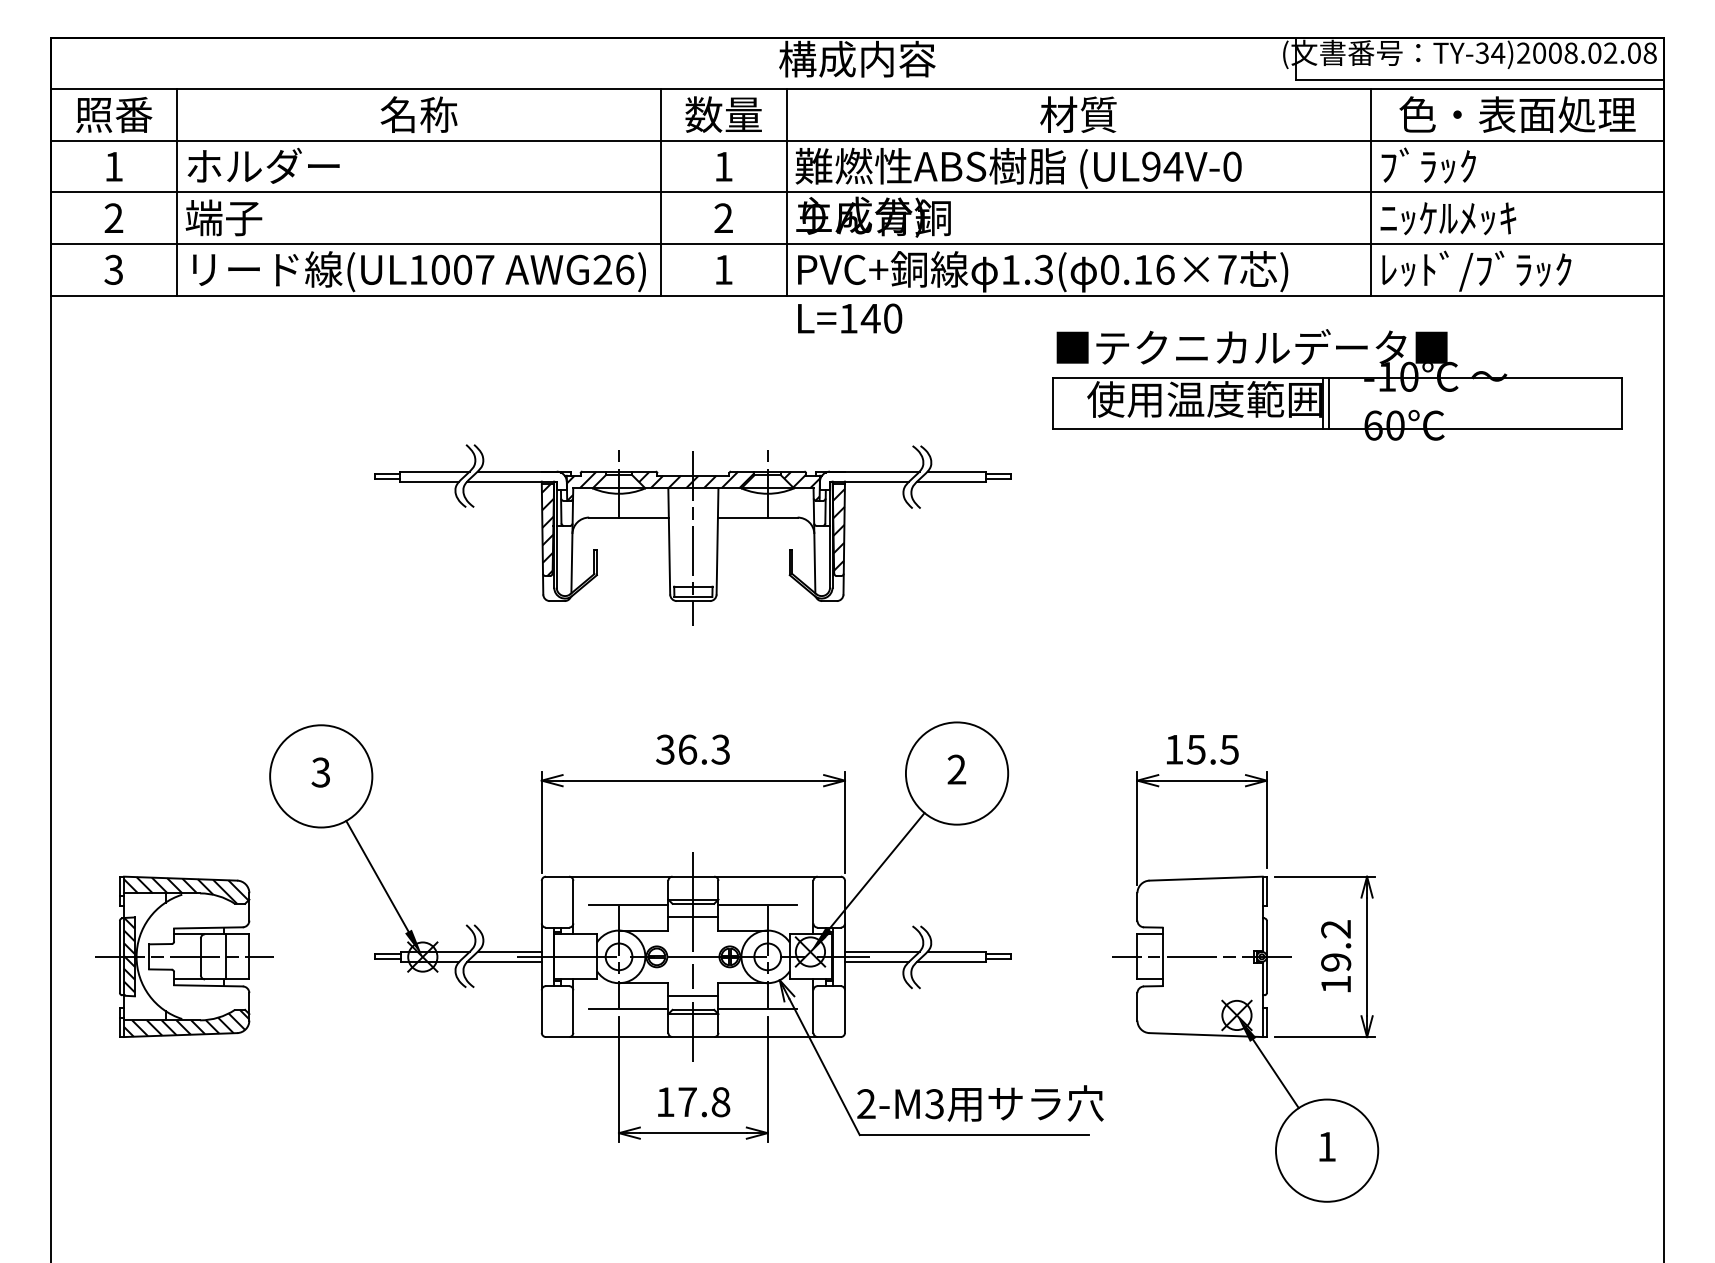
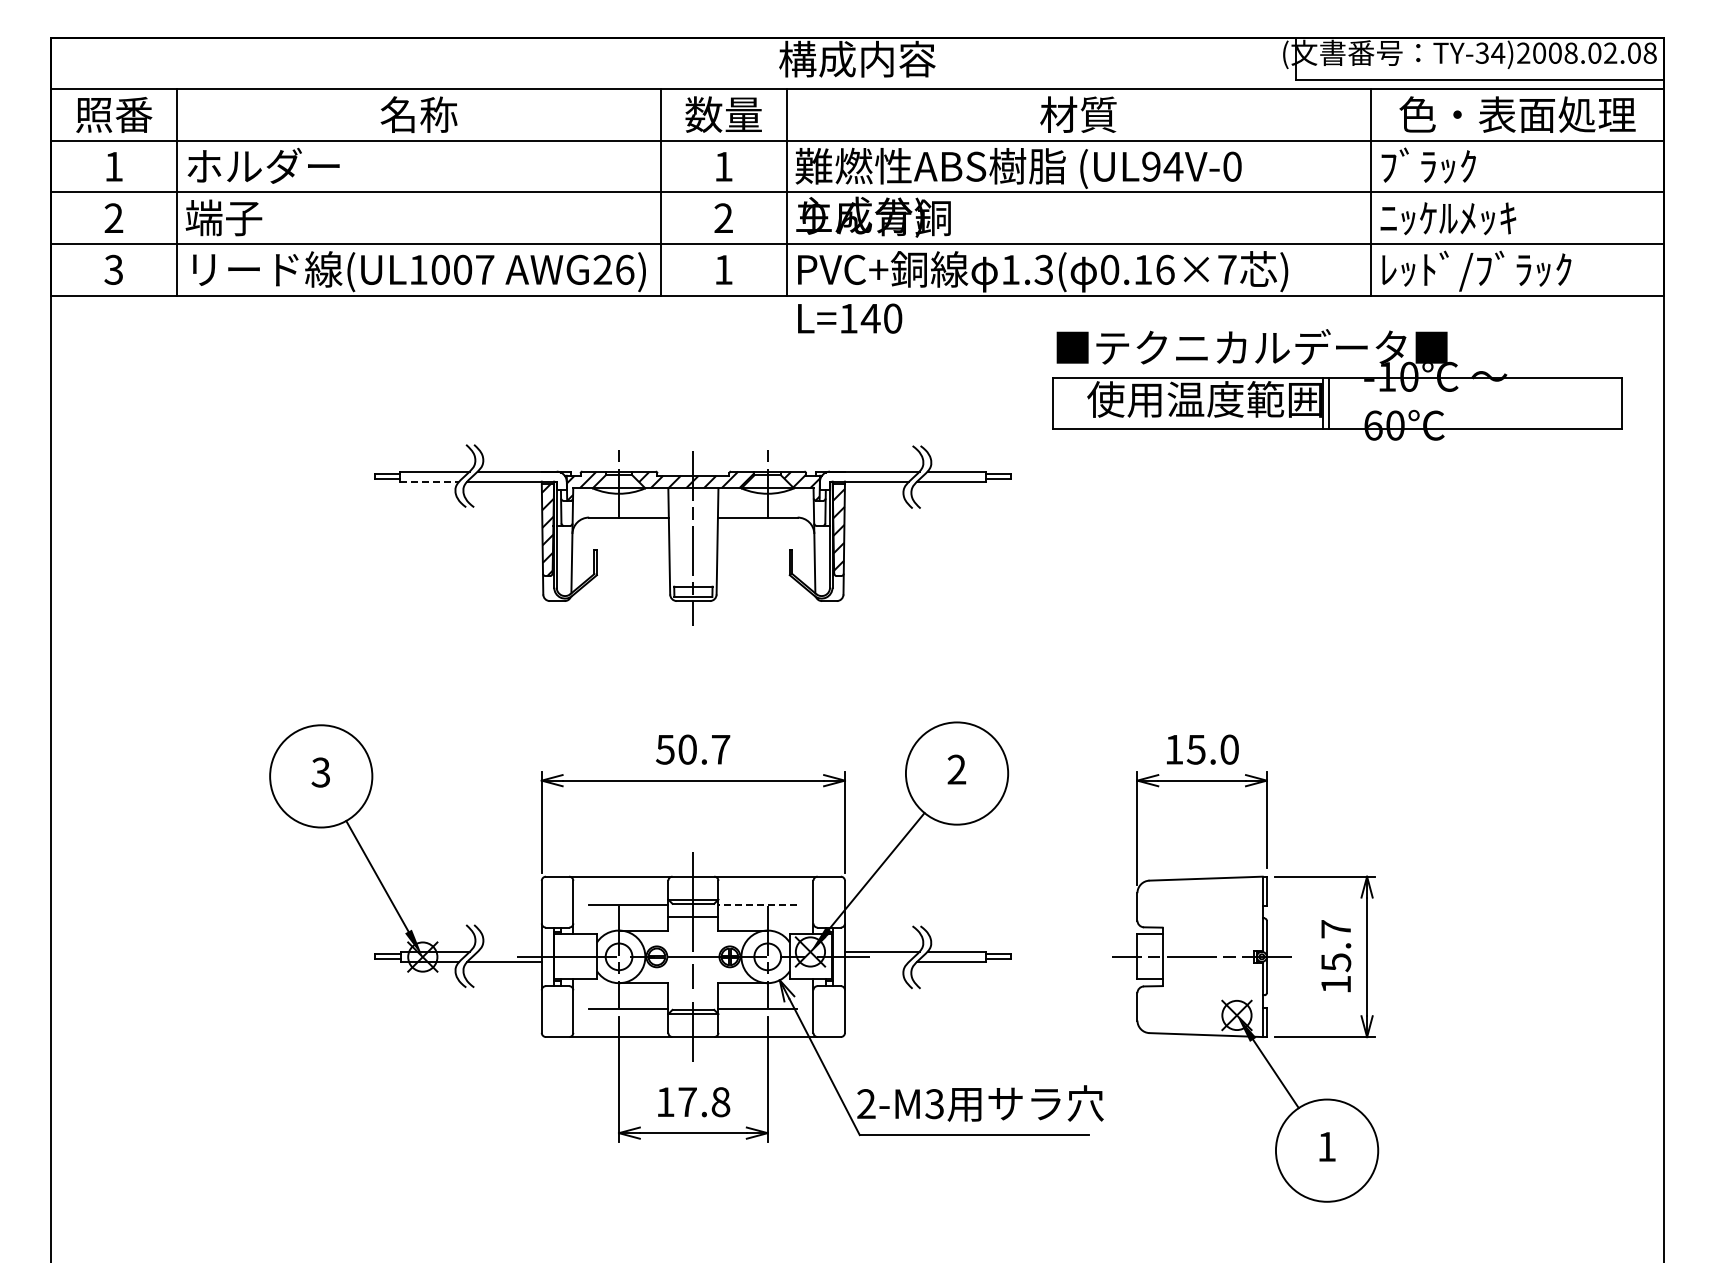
line at (430, 481): solid -> dashed
text at (693, 749): 36.3 -> 50.7
text at (1229, 749): 15.5 -> 15.0
line at (757, 904): solid -> dashed
text at (1336, 946): 19.2 -> 15.7
line at (509, 951): present -> none
part at (184, 956): present -> none
line at (877, 961): present -> none
line at (693, 996): present -> none
